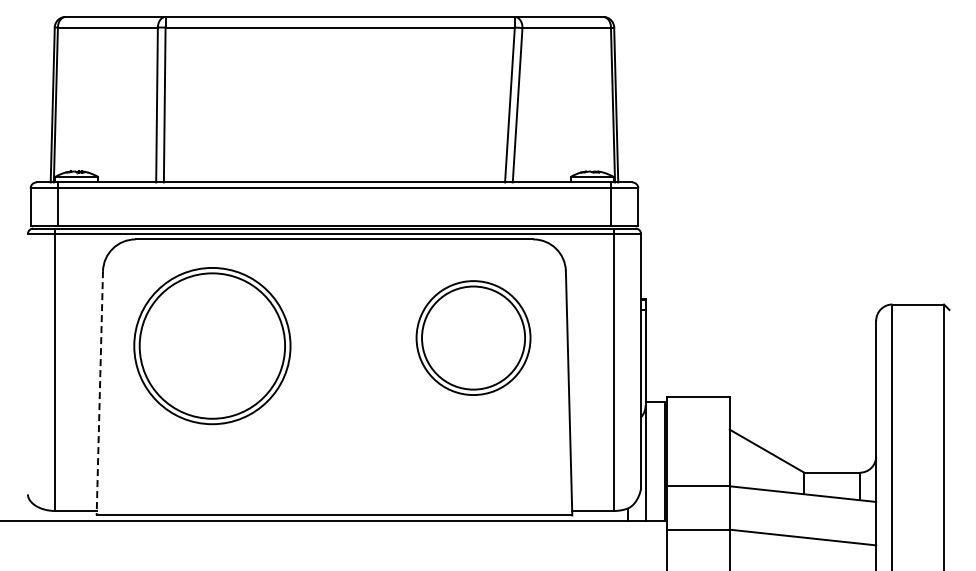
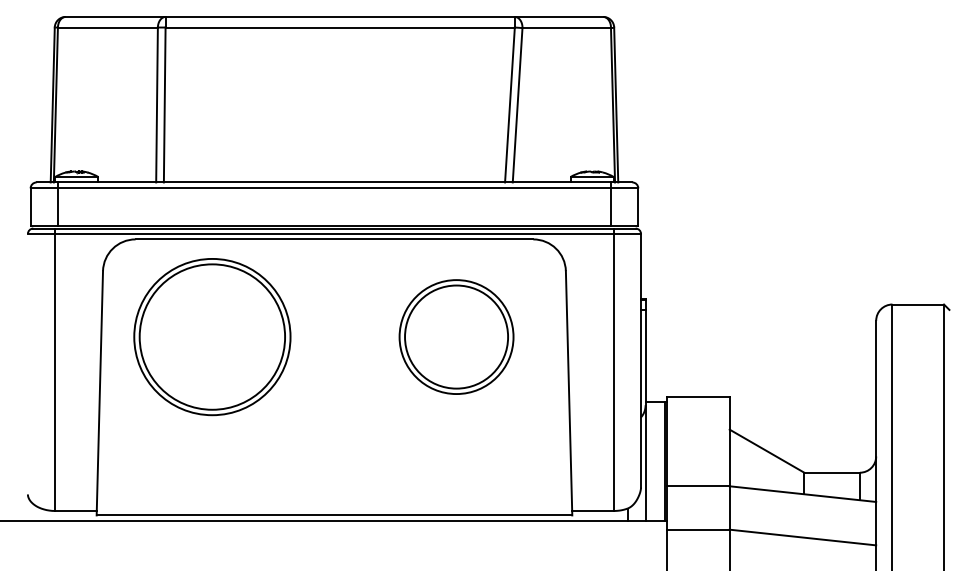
part at (473, 337) position: (473, 337) -> (456, 336)
part at (212, 346) position: (212, 346) -> (212, 337)
line at (99, 393): dashed -> solid
